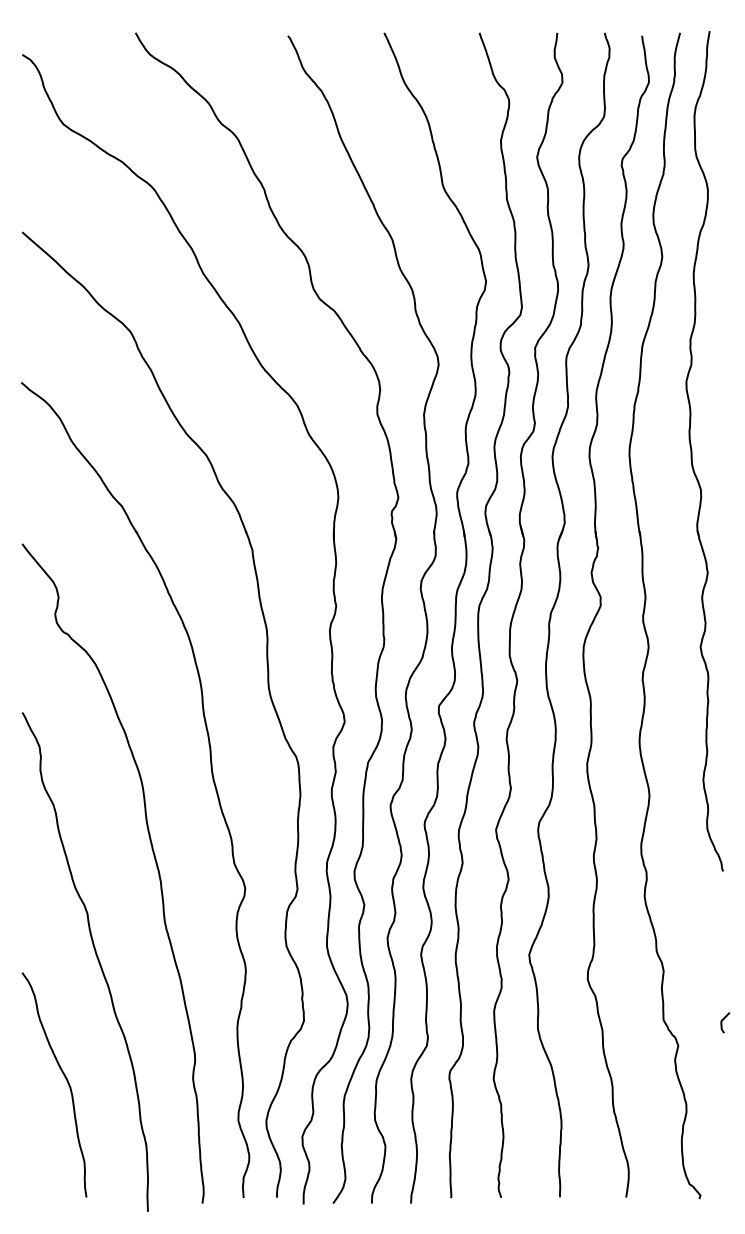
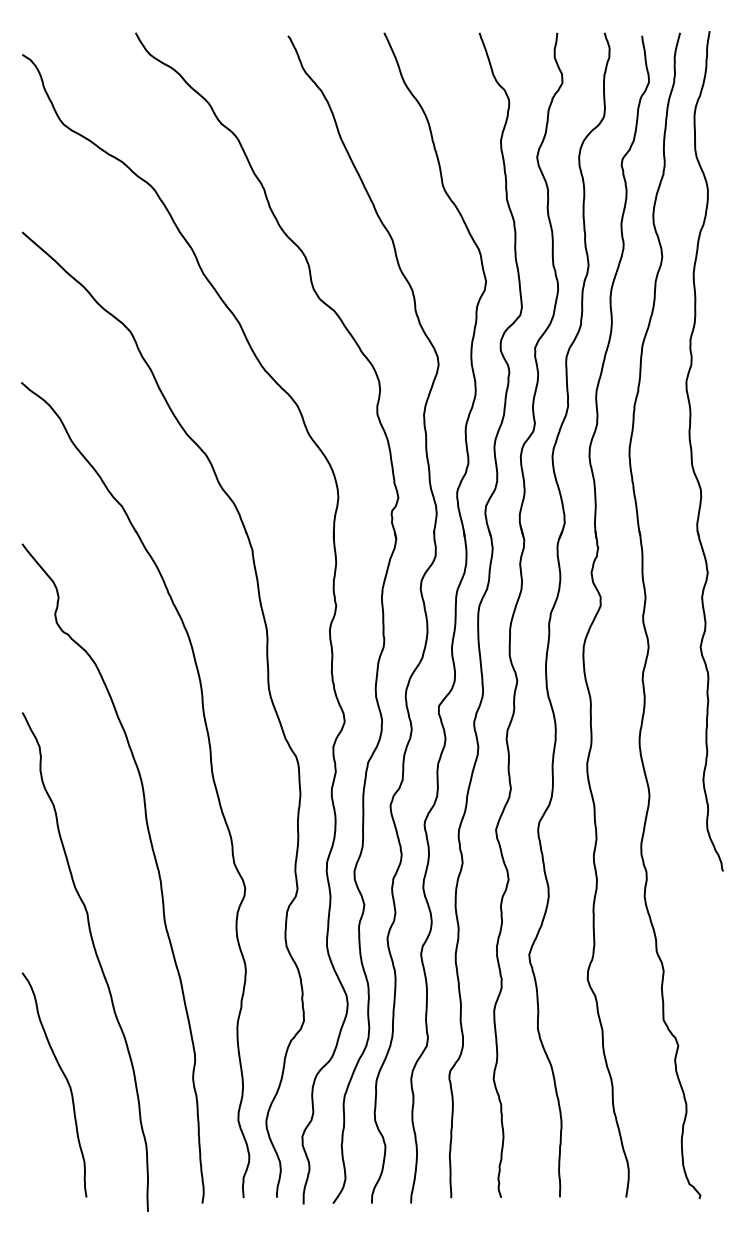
line at (723, 1020): present -> none
